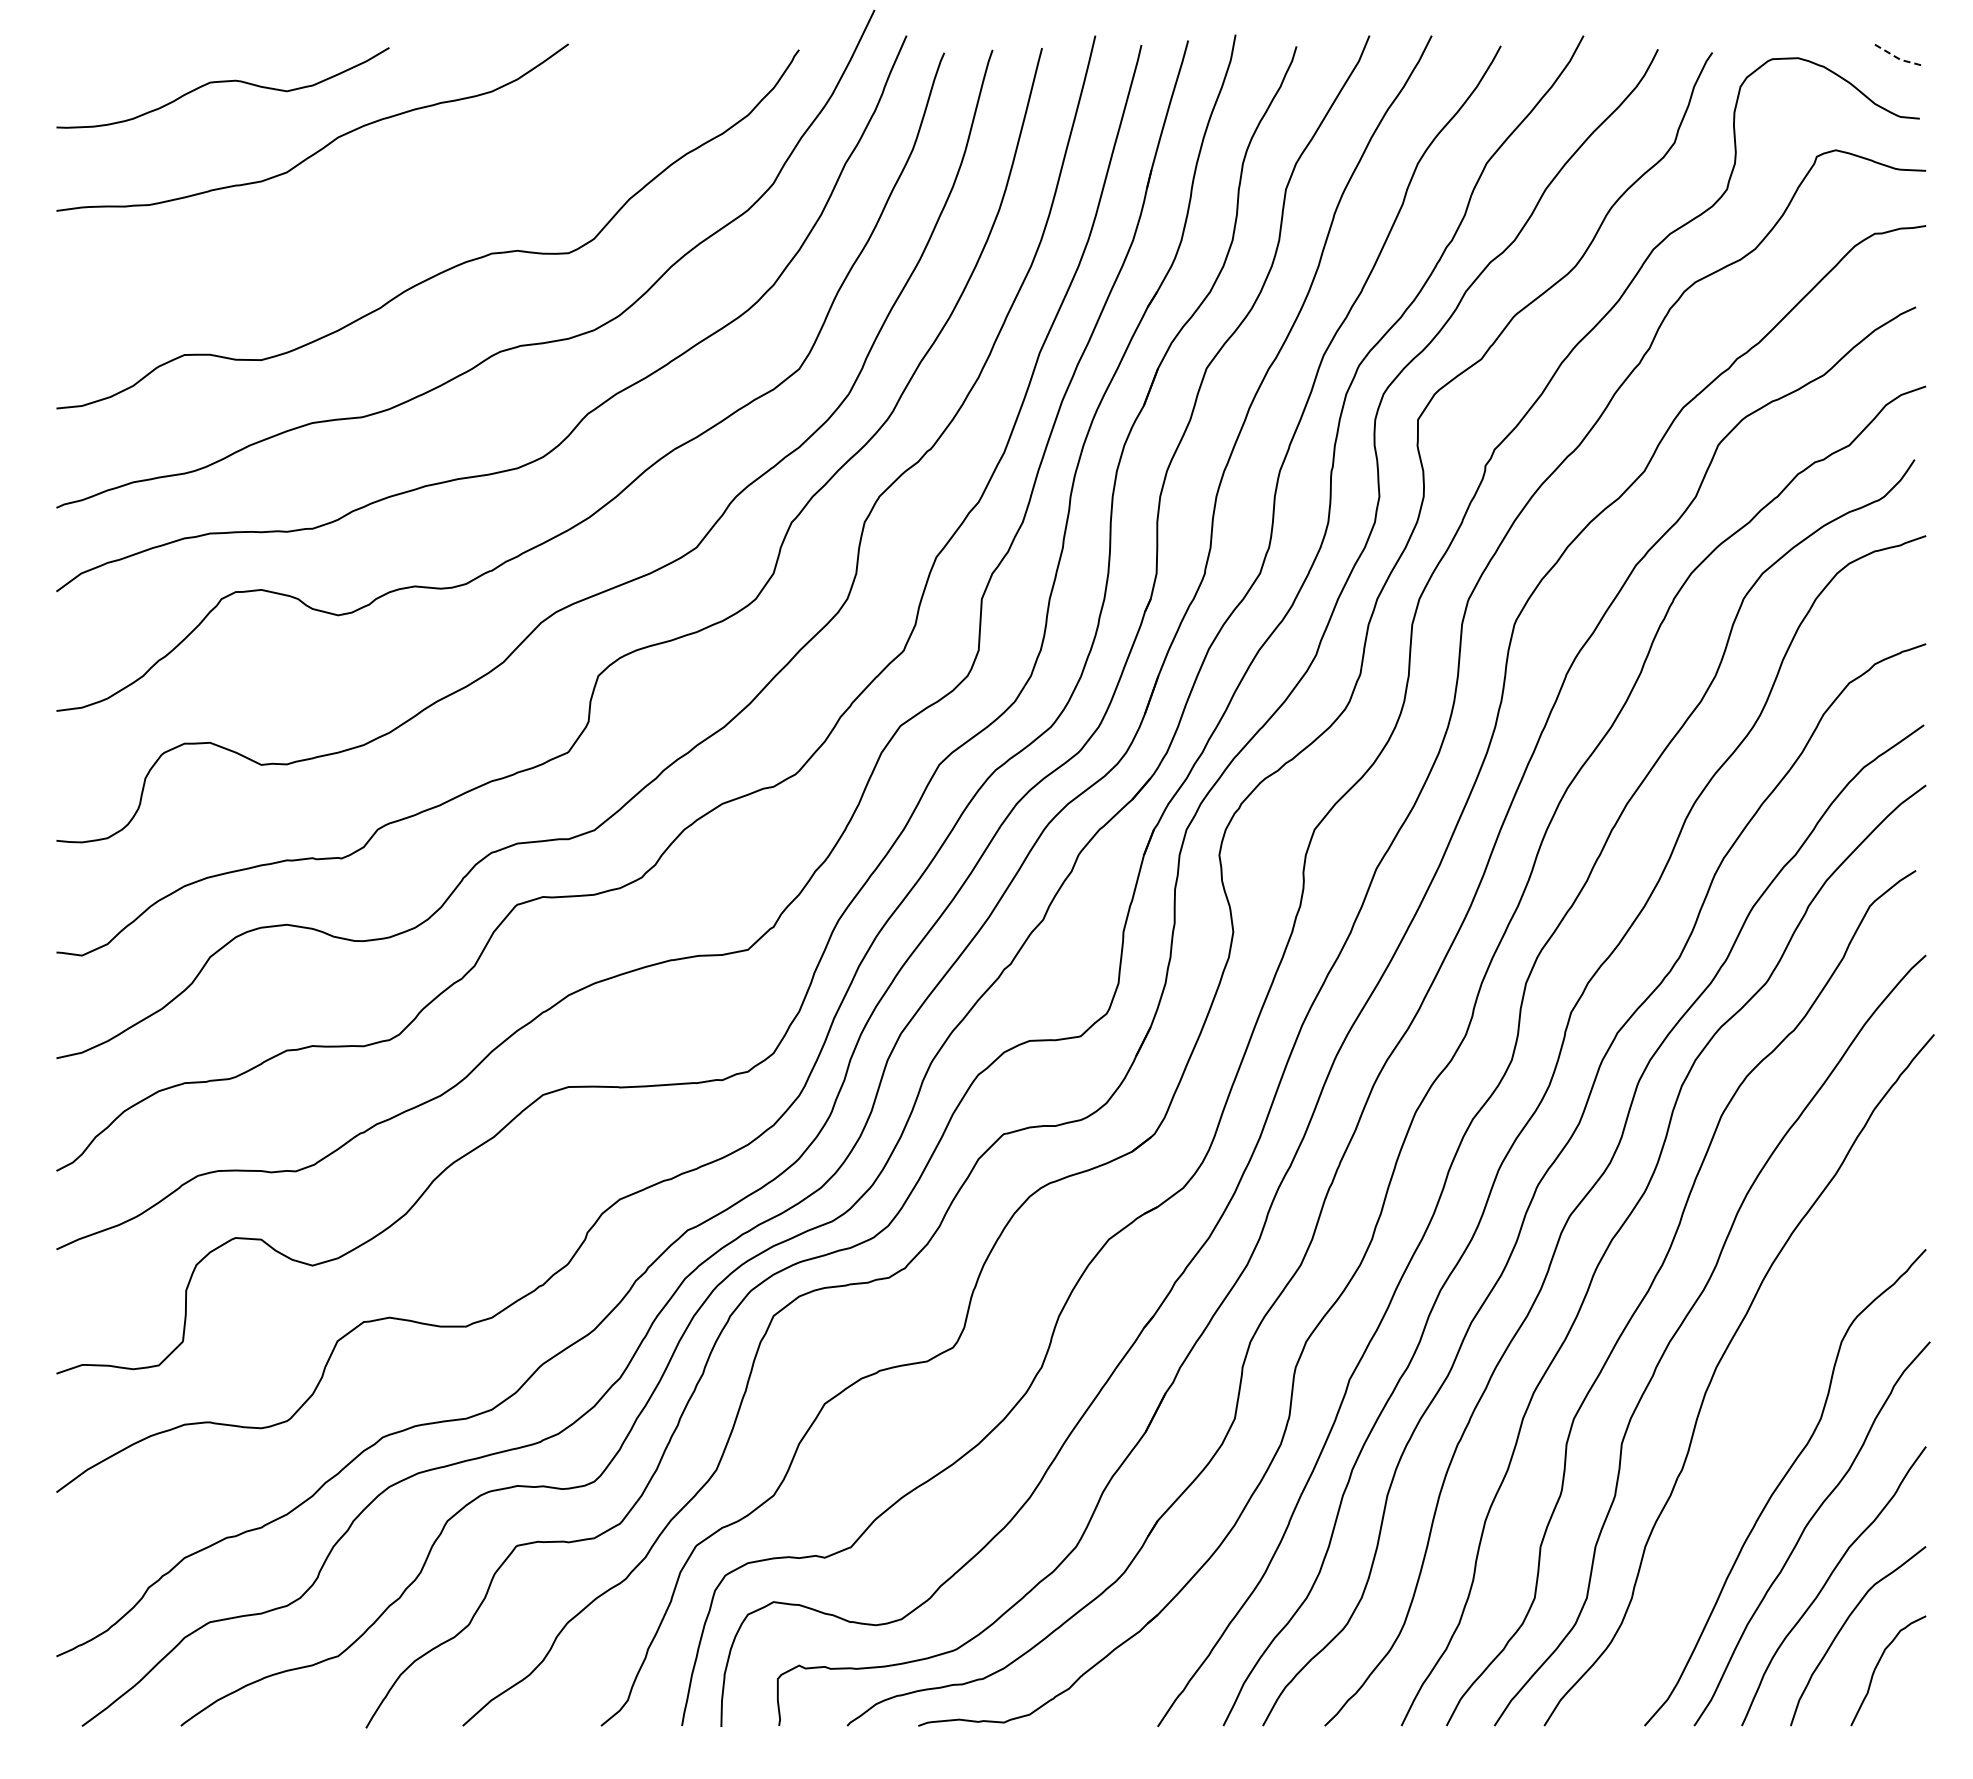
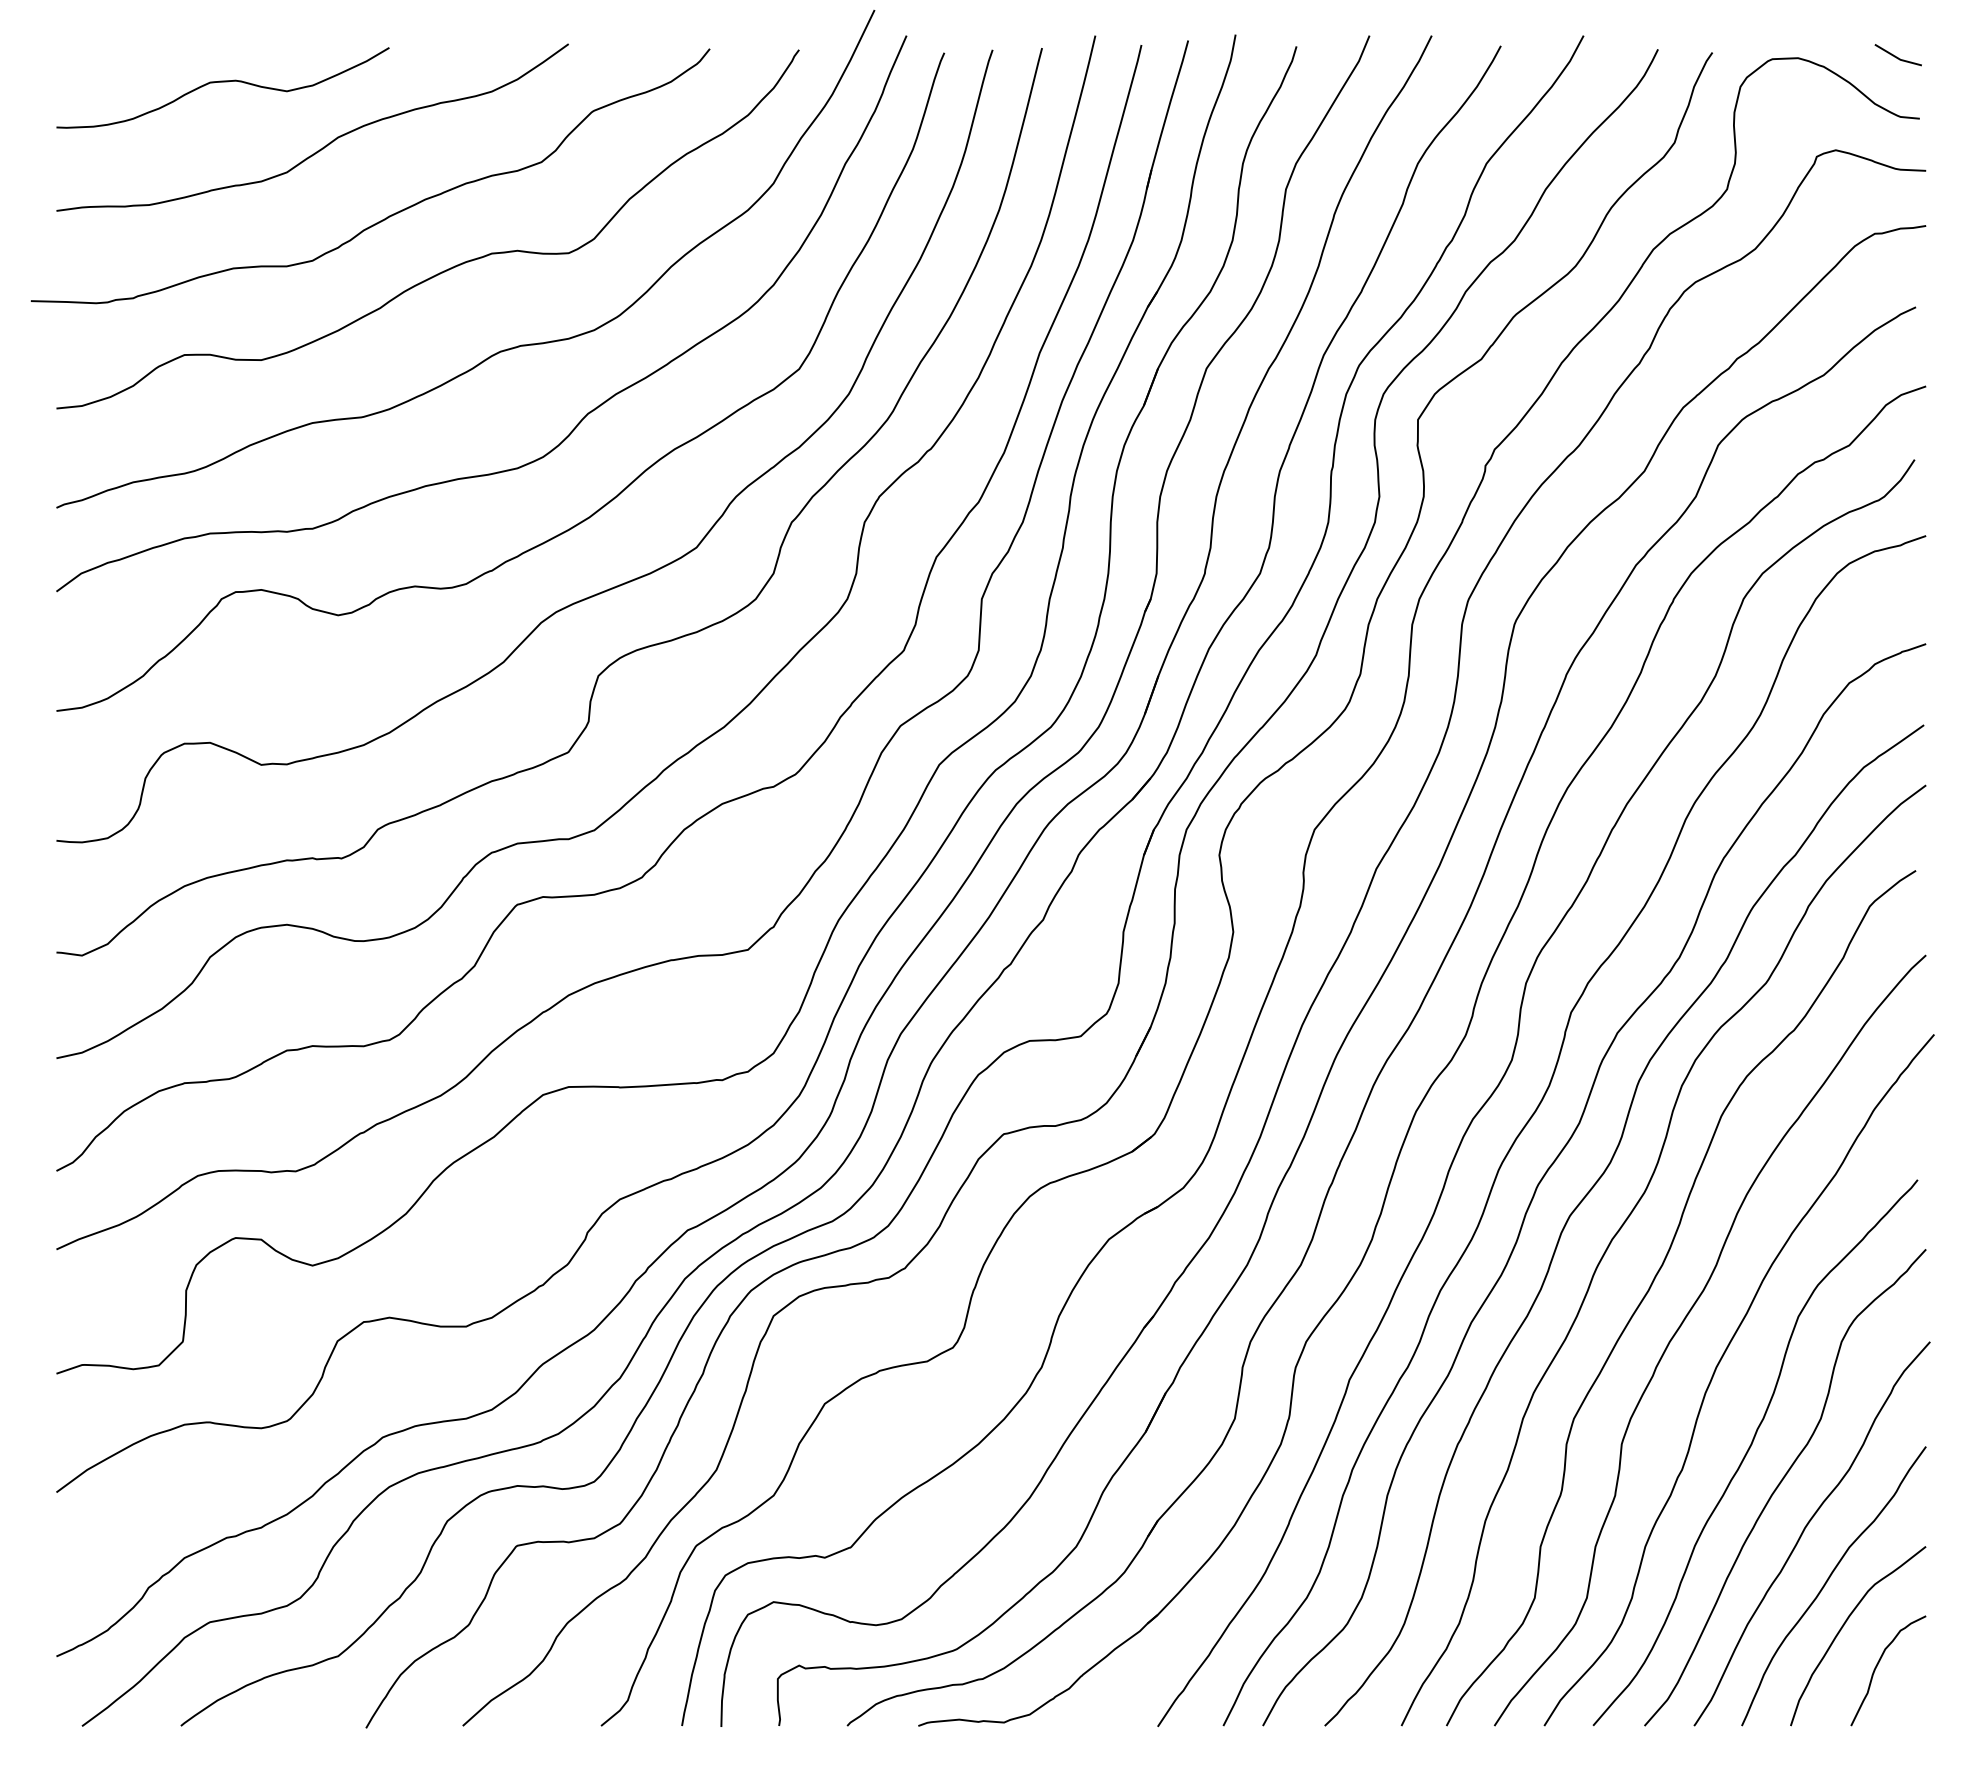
line at (1897, 58): dashed -> solid
curve at (389, 215): none -> present
curve at (1749, 1450): none -> present
